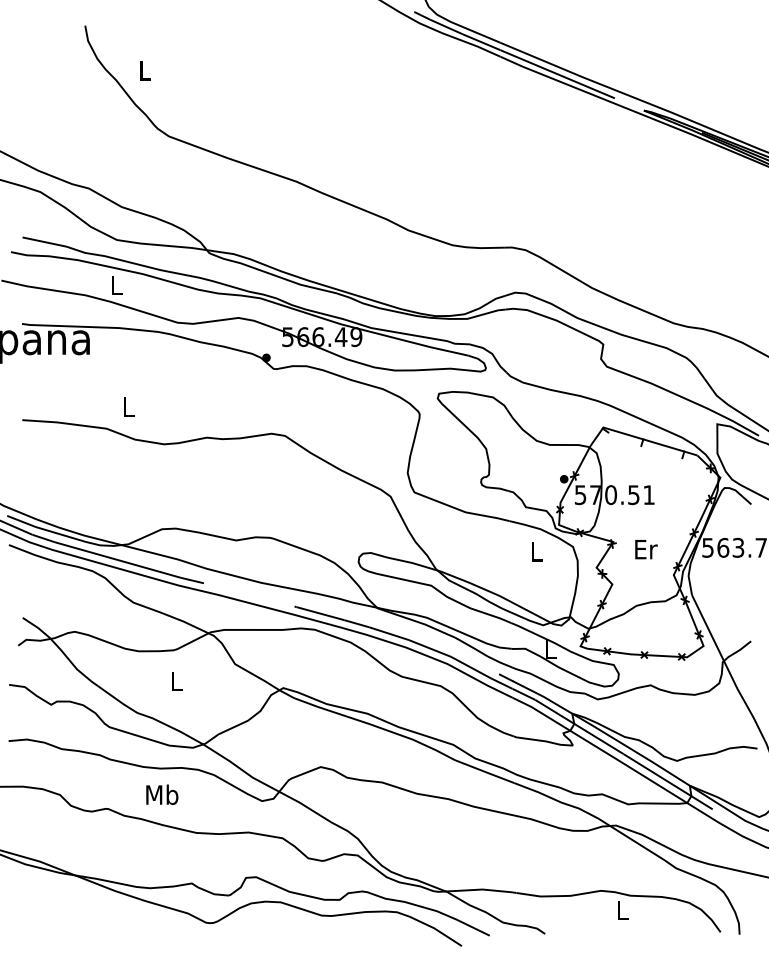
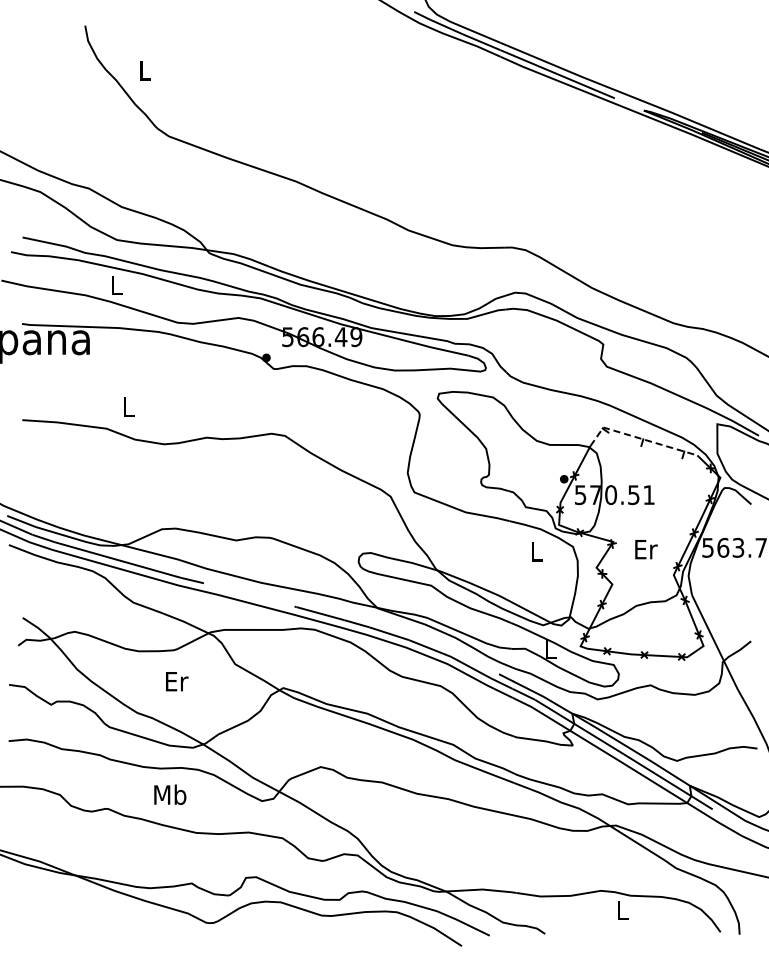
line at (638, 438): solid -> dashed
text at (177, 681): L -> Er
text at (162, 794) position: (162, 794) -> (170, 794)
